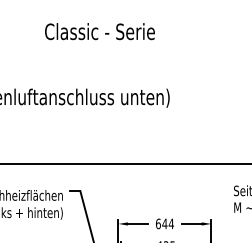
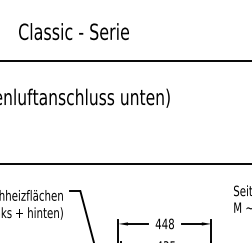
text at (99, 31) position: (99, 31) -> (73, 31)
line at (125, 60): none -> present
text at (164, 223): 644 -> 448
